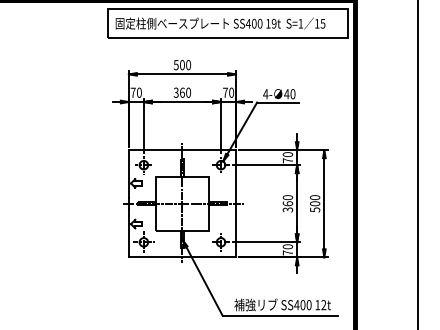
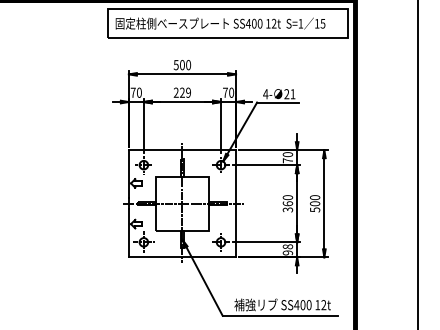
text at (273, 23): 19t -> 12t
text at (181, 92): 360 -> 229
text at (289, 94): 40 -> 21
text at (287, 249): 70 -> 98
